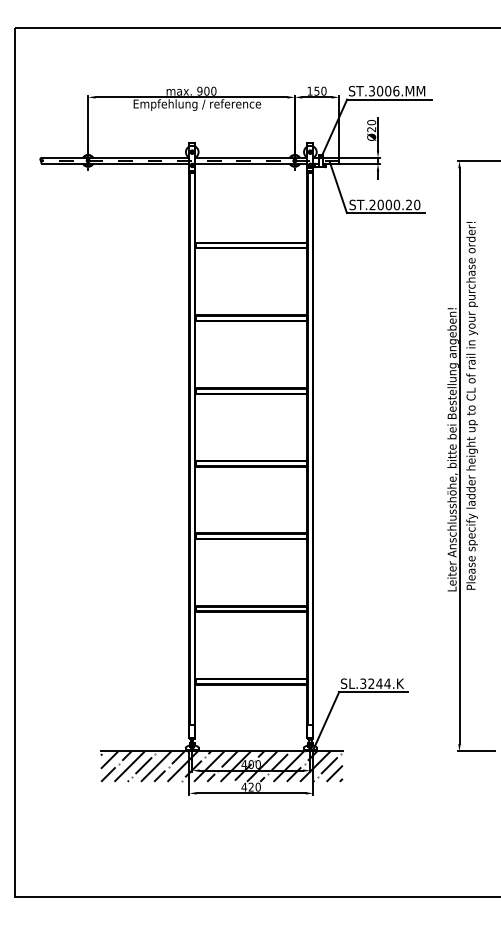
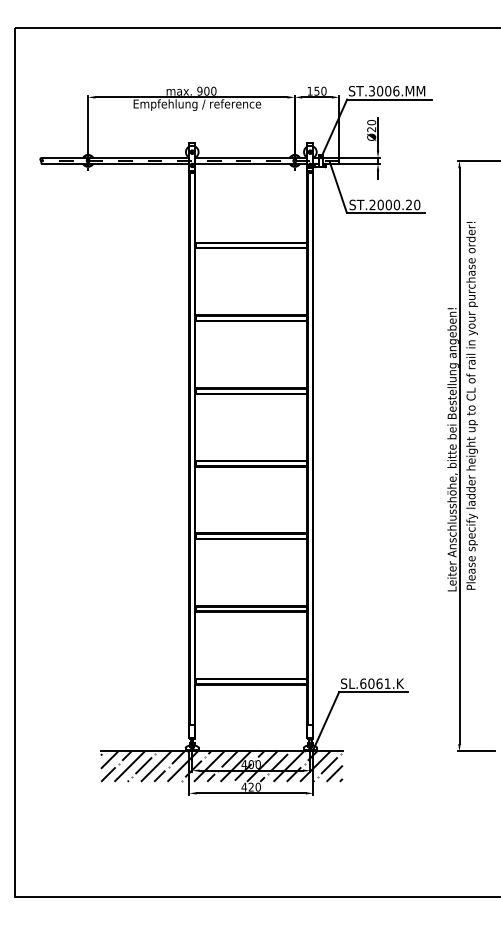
text at (375, 683): SL.3244.K -> SL.6061.K
